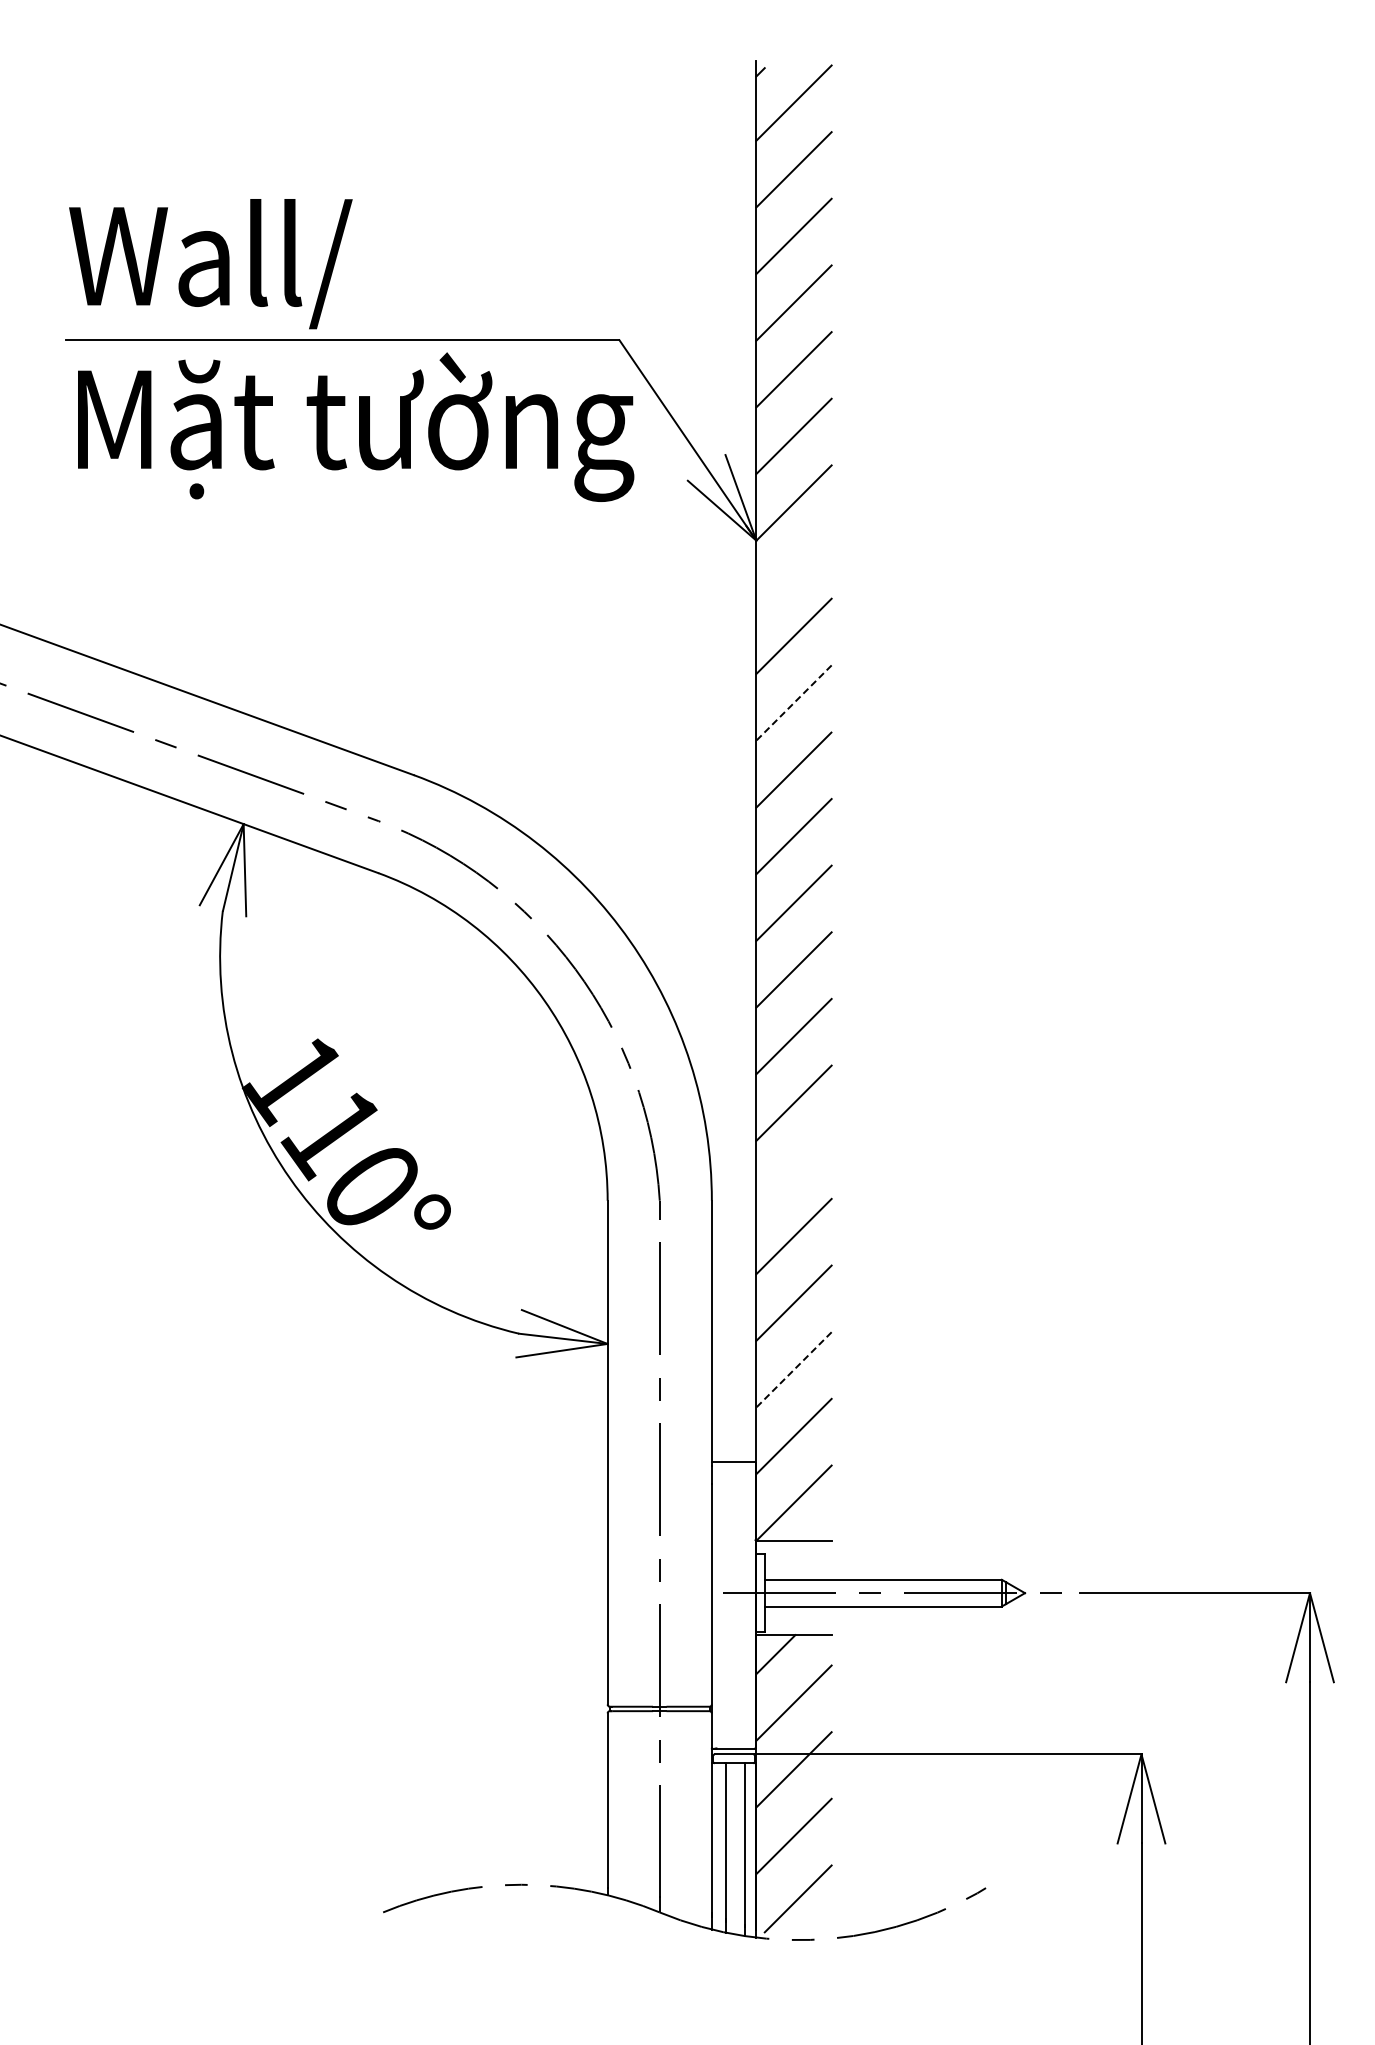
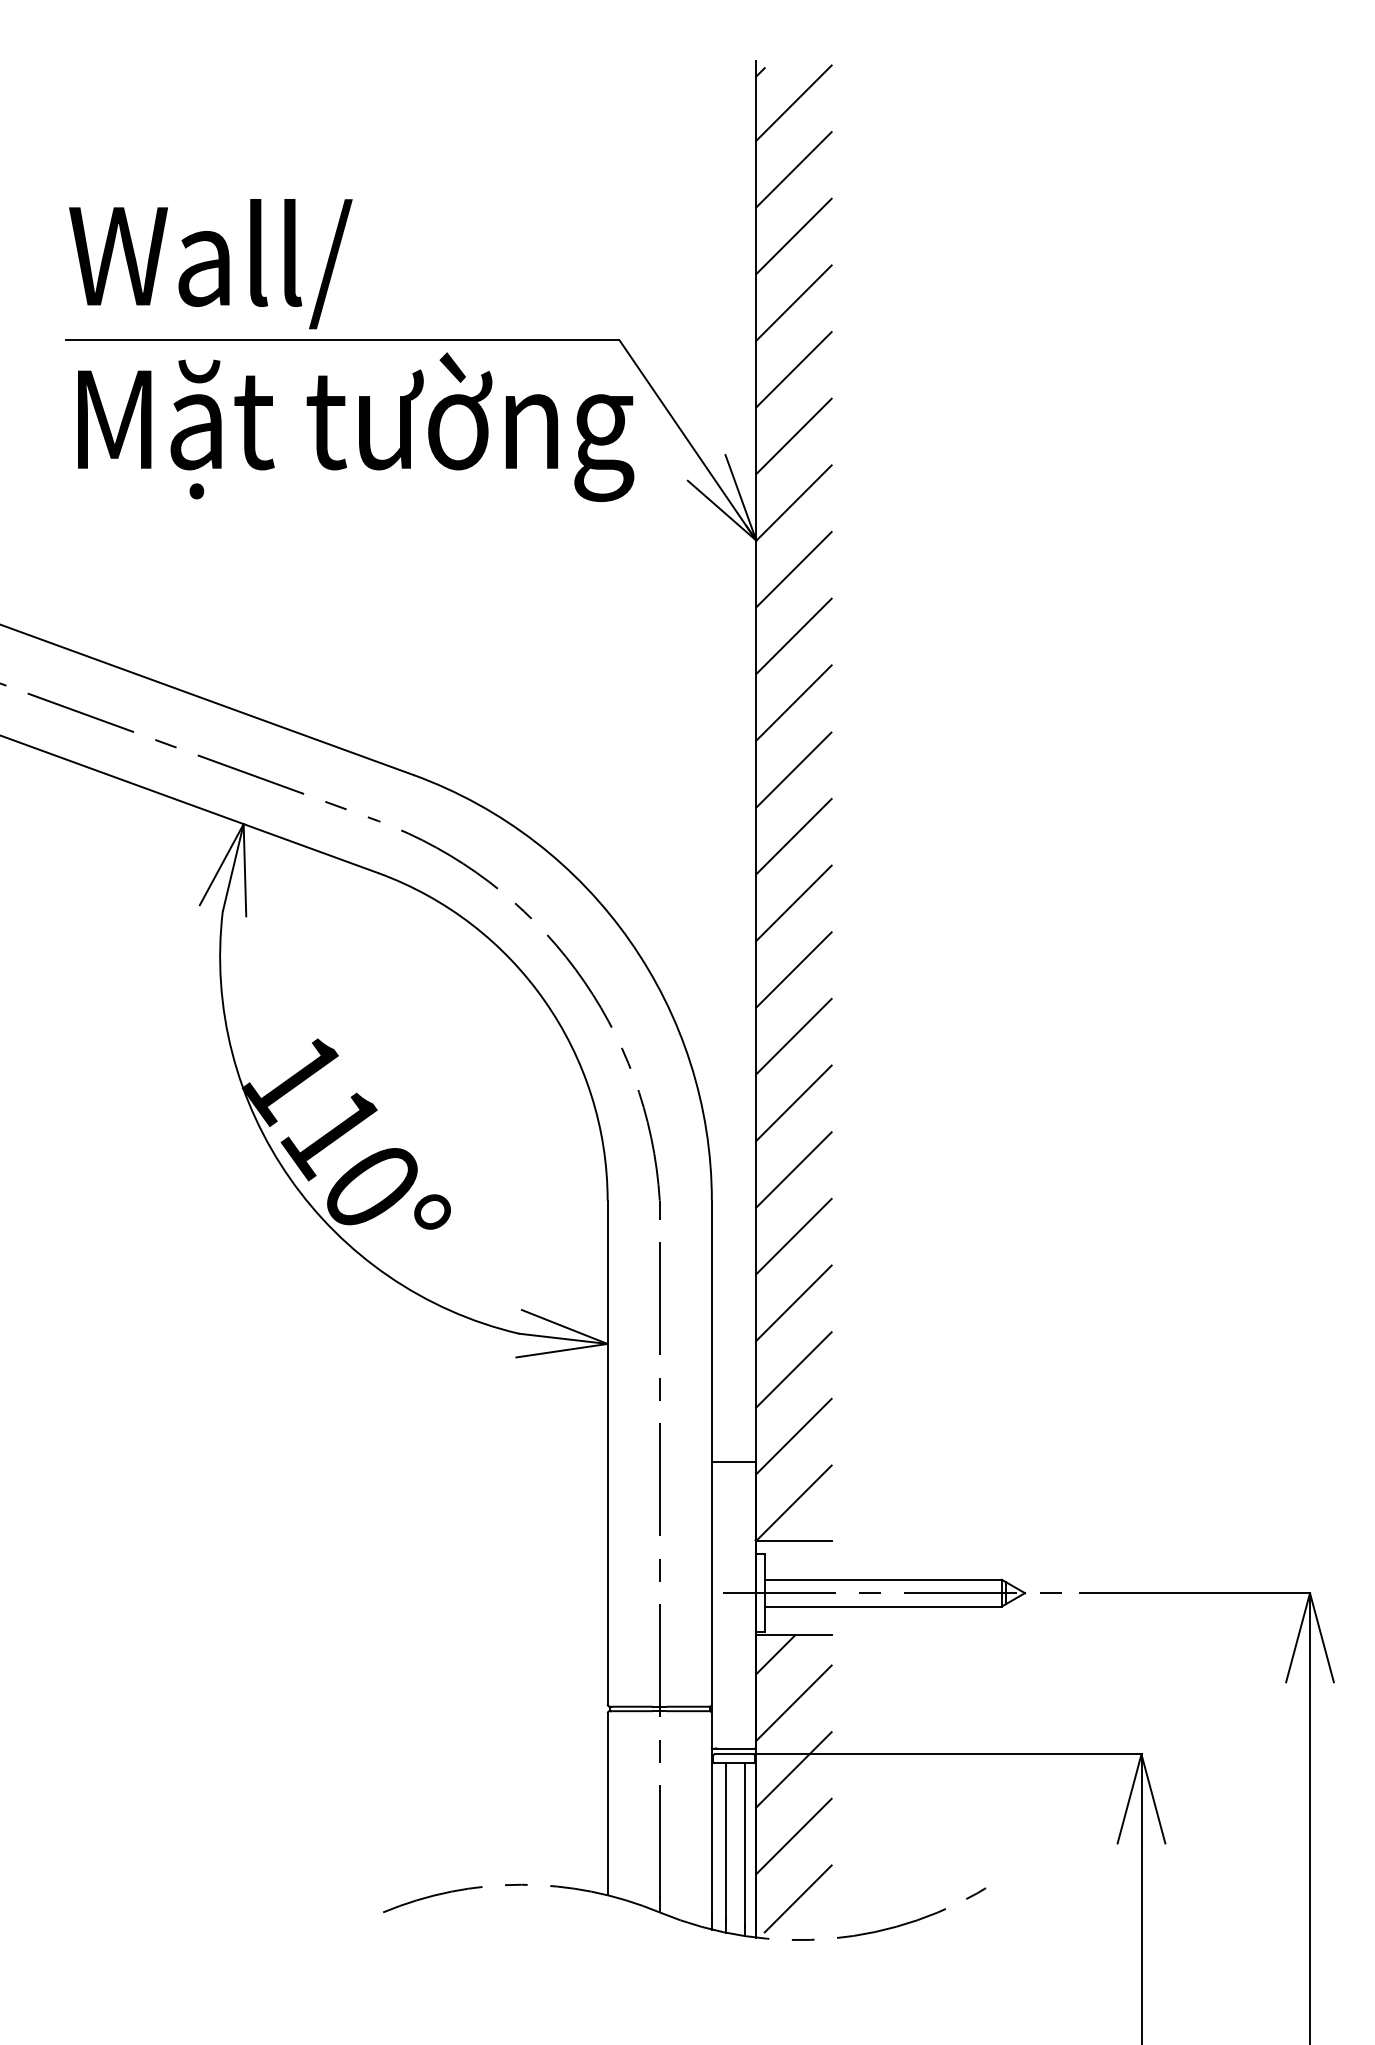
line at (793, 569): none -> present
line at (793, 703): dashed -> solid
line at (793, 1169): none -> present
line at (793, 1370): dashed -> solid
